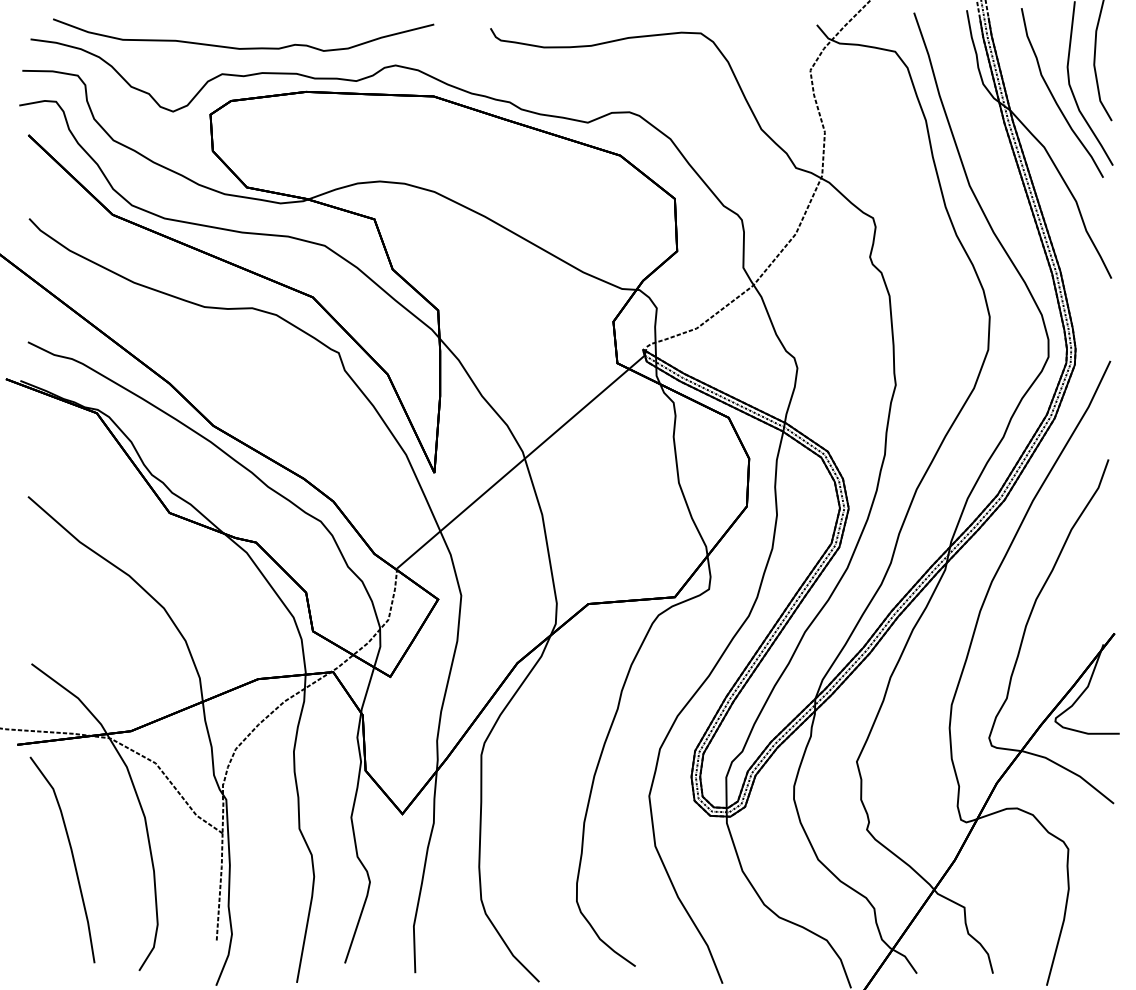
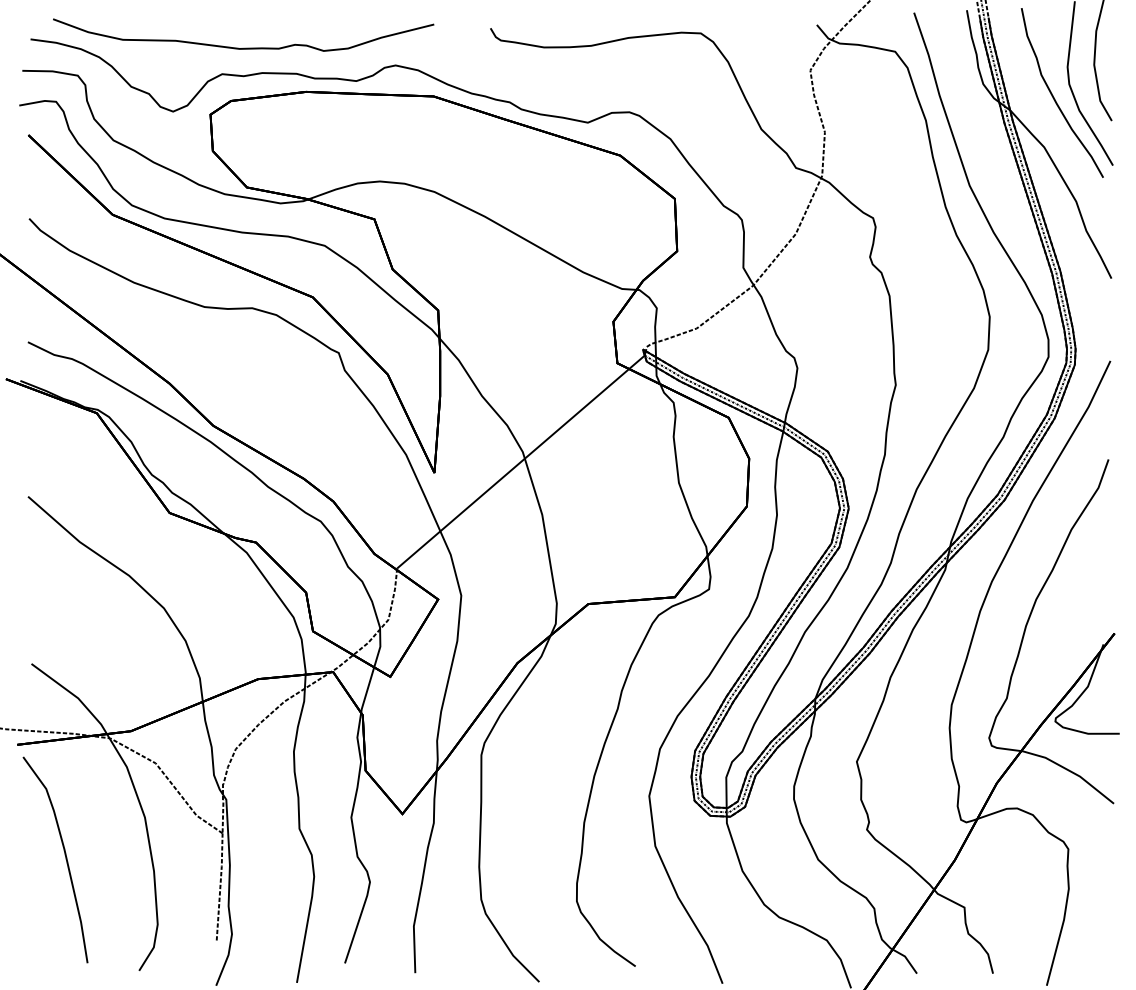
curve at (71, 855) position: (71, 855) -> (64, 855)
